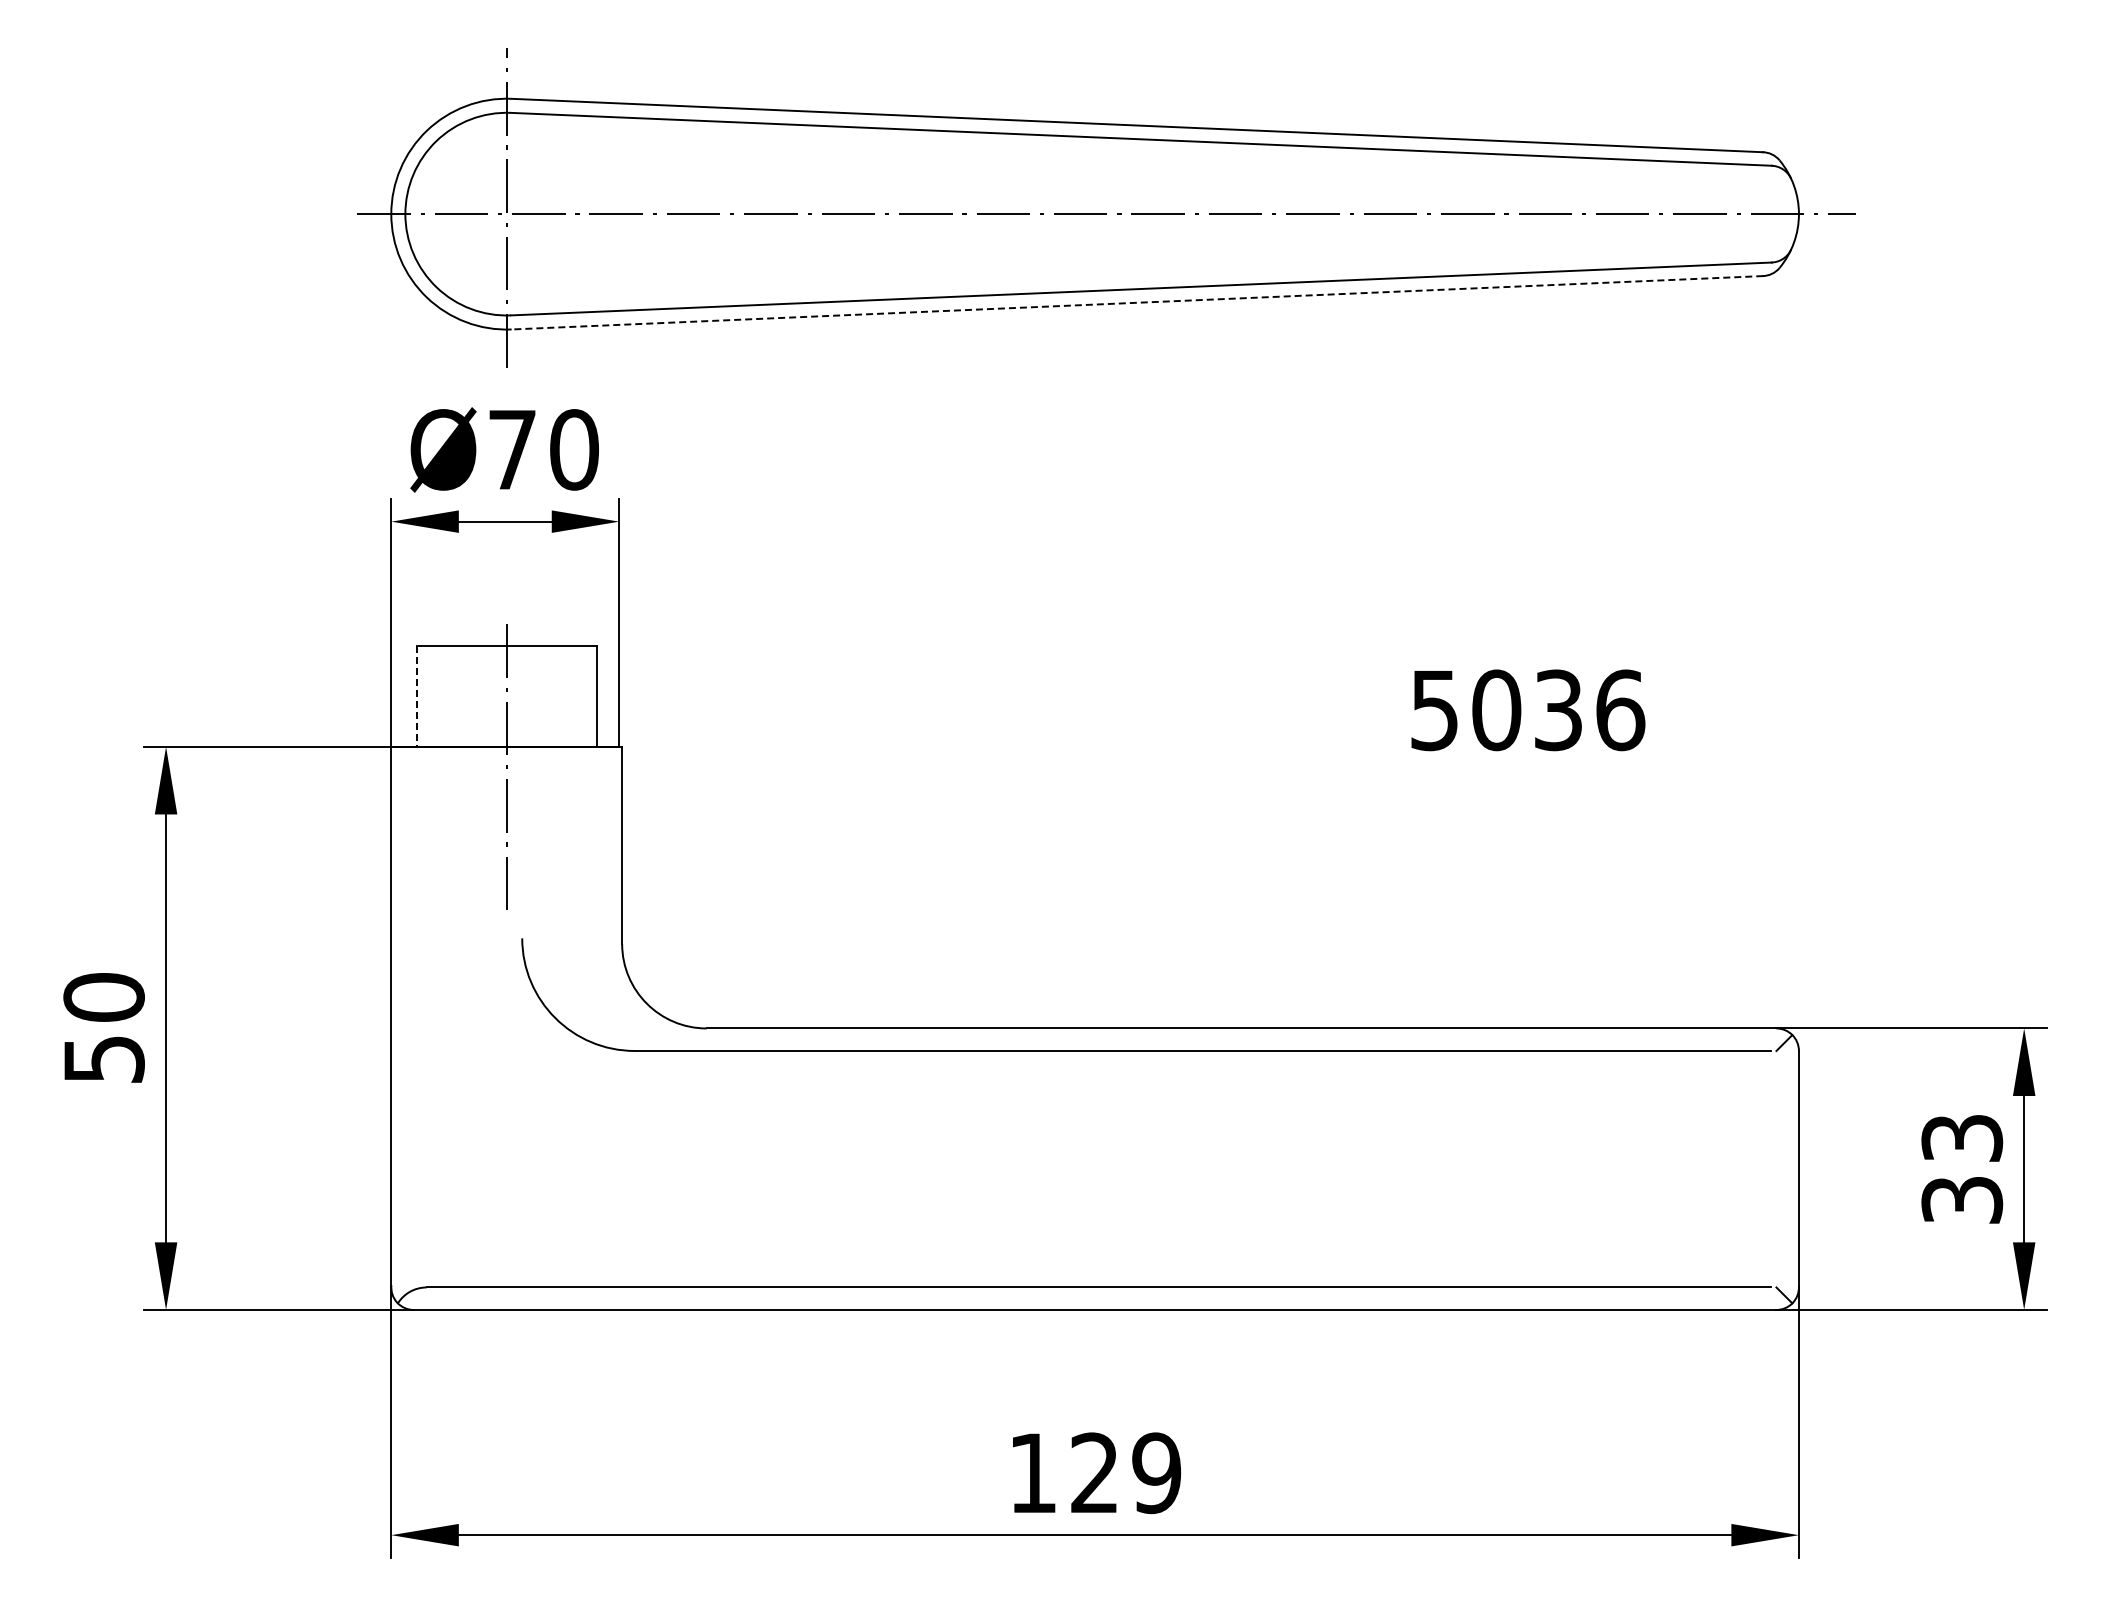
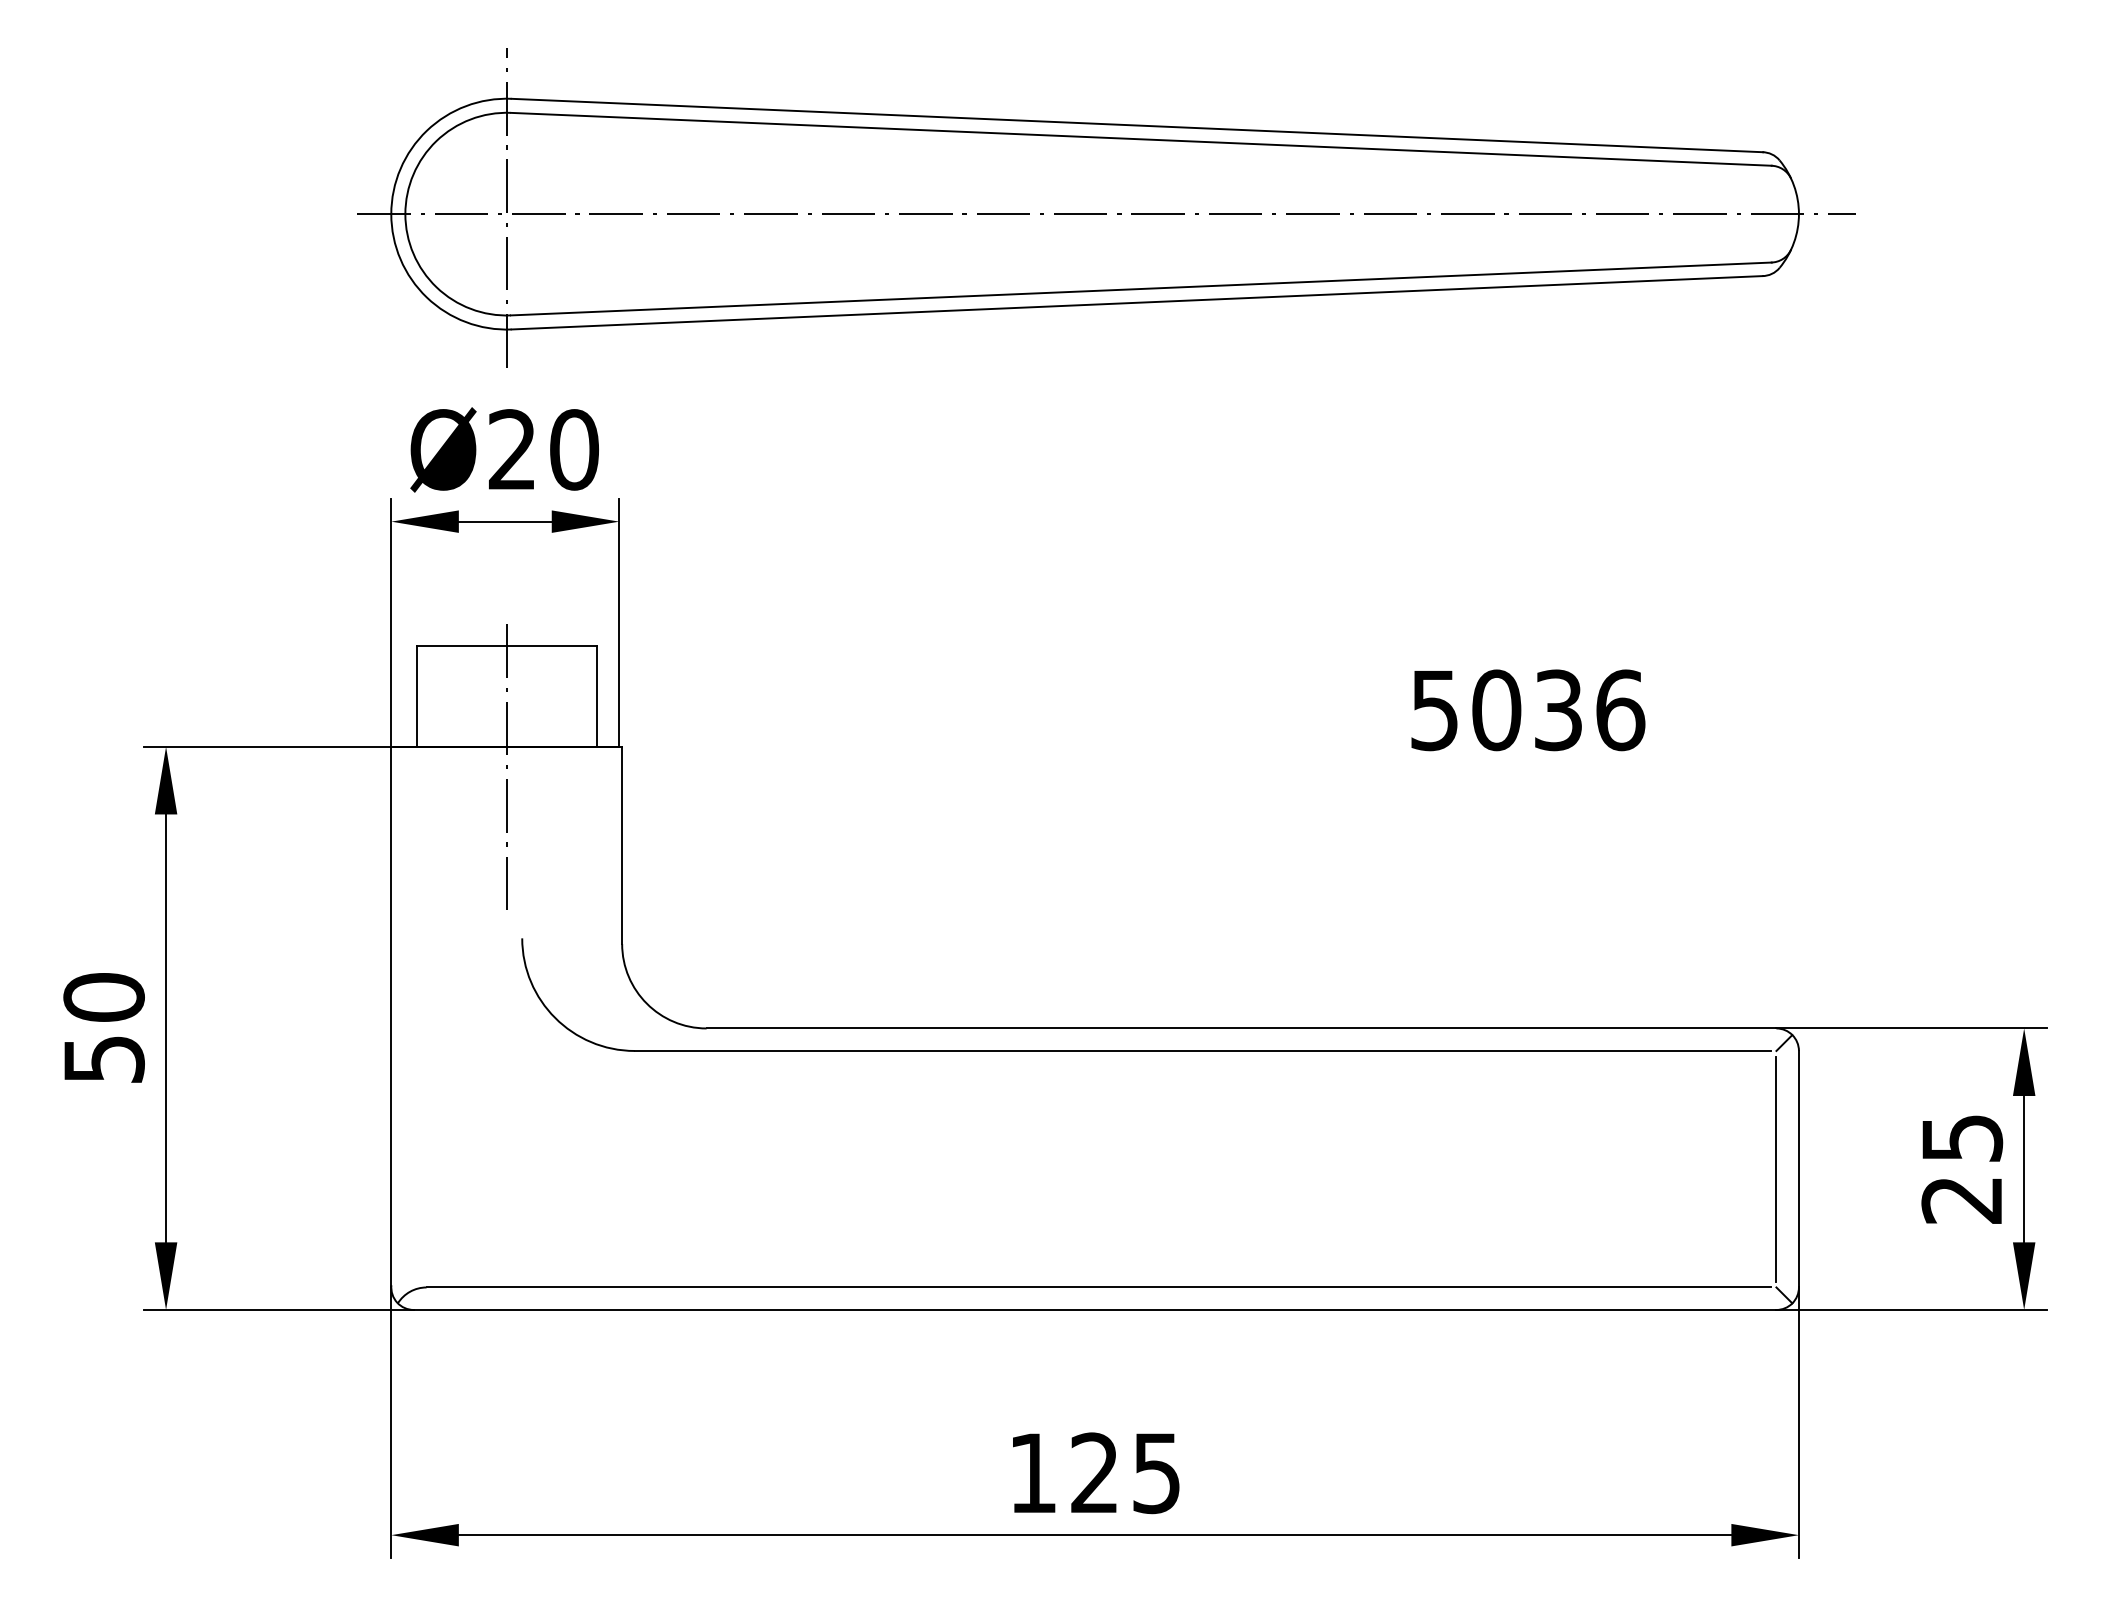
line at (1136, 302): dashed -> solid
text at (512, 449): Ø70 -> Ø20
line at (416, 696): dashed -> solid
line at (1776, 1168): none -> present
text at (1962, 1169): 33 -> 25
text at (1156, 1472): 129 -> 125
